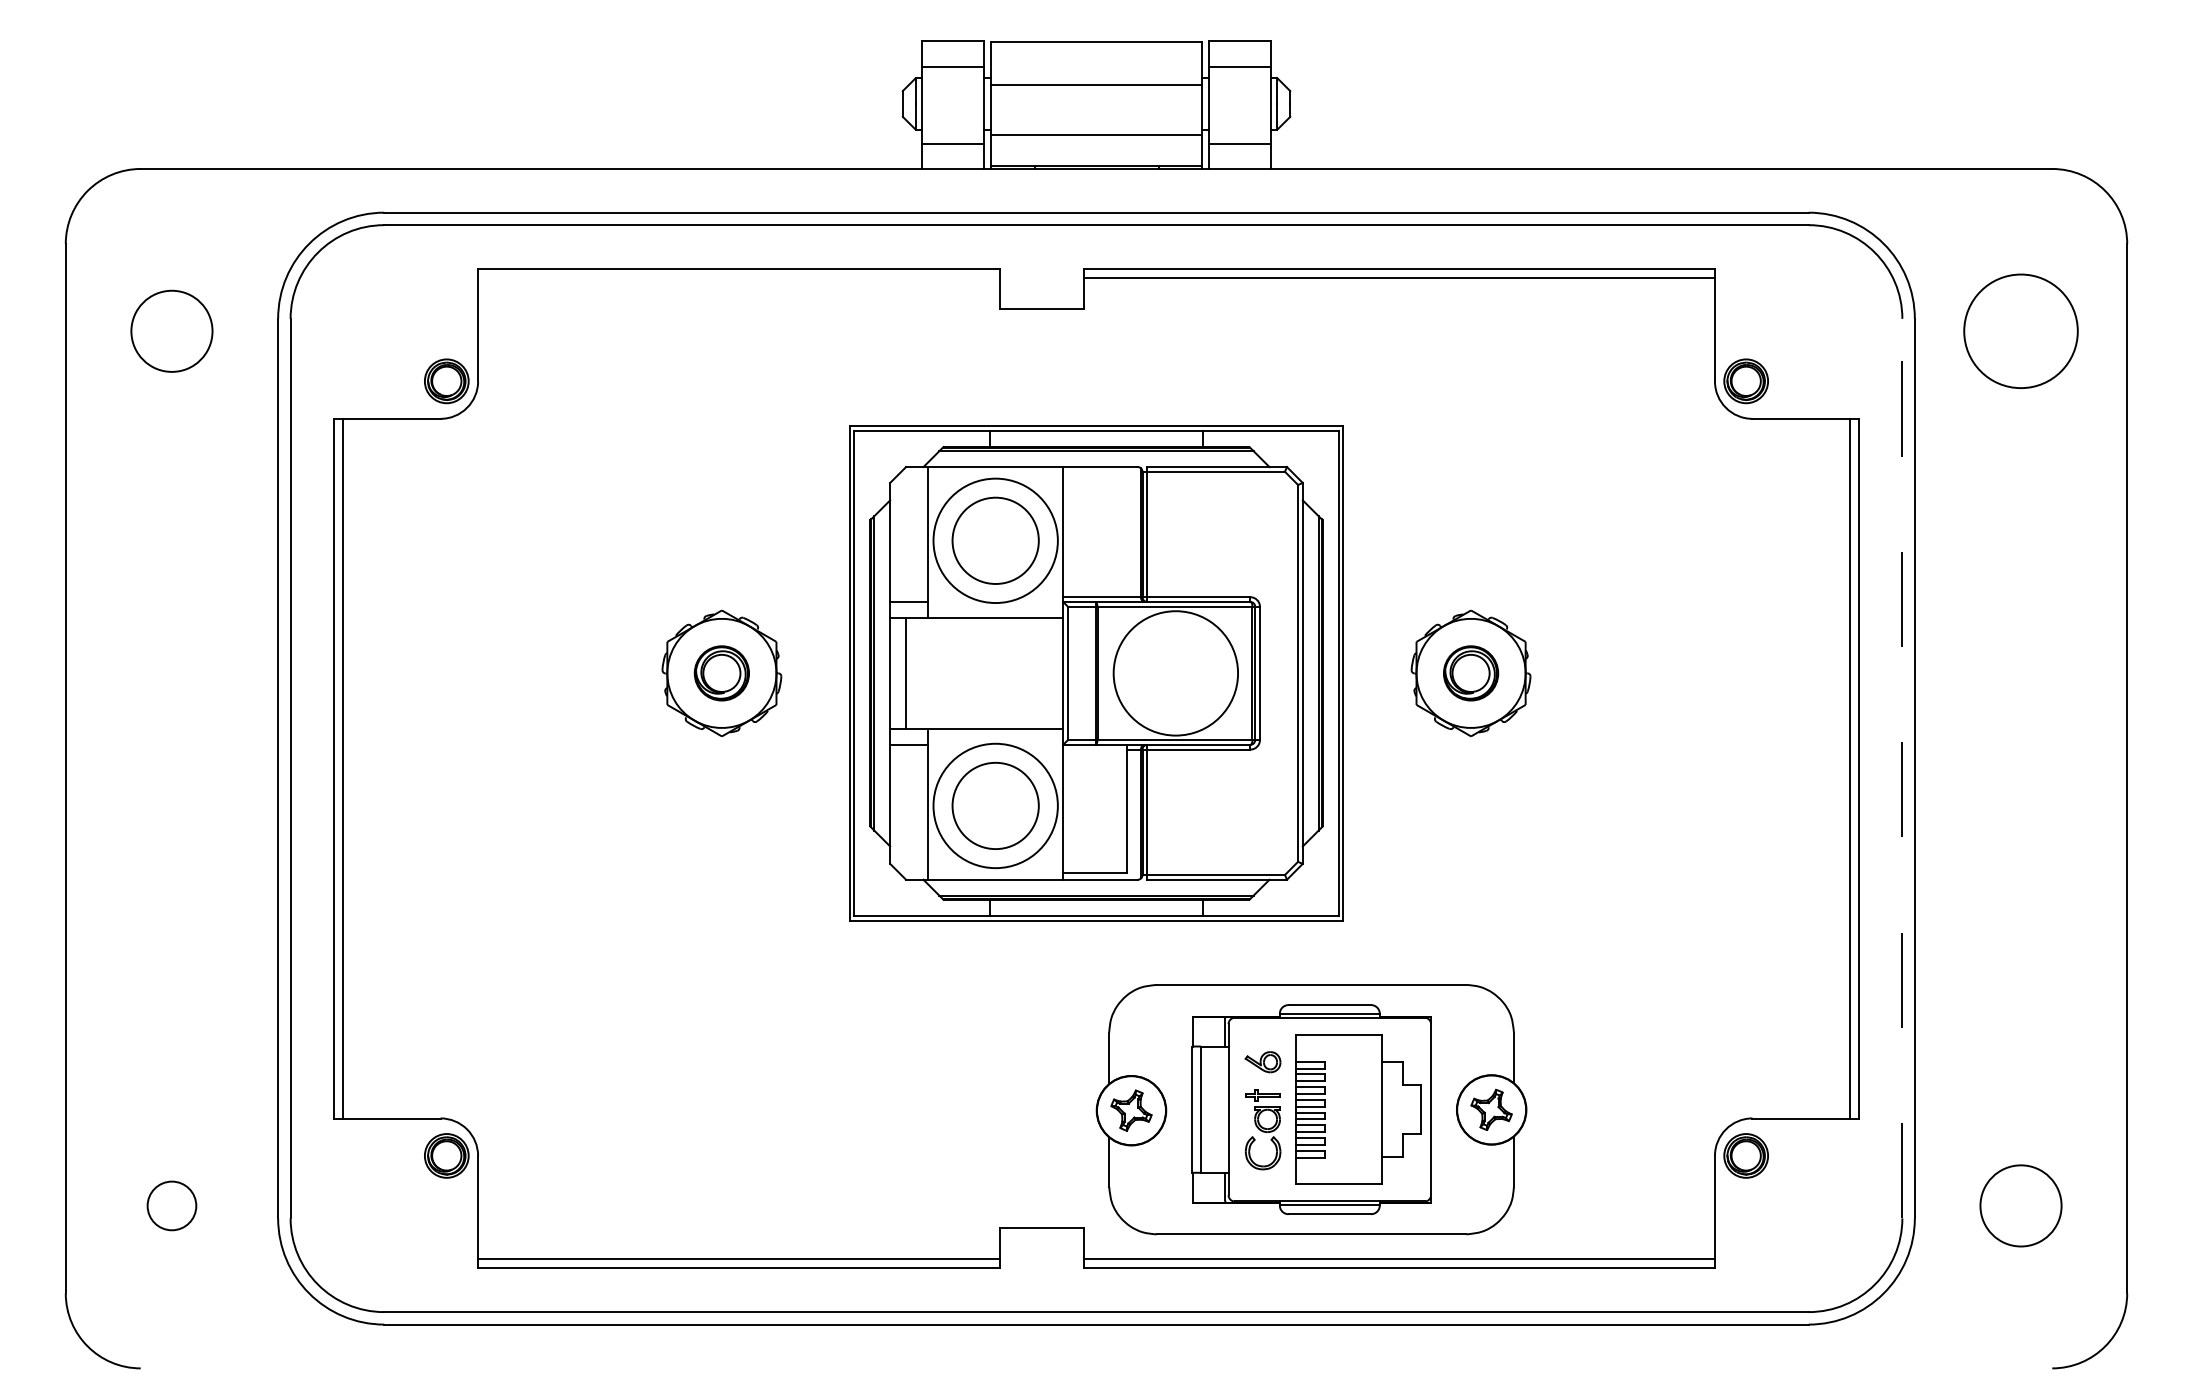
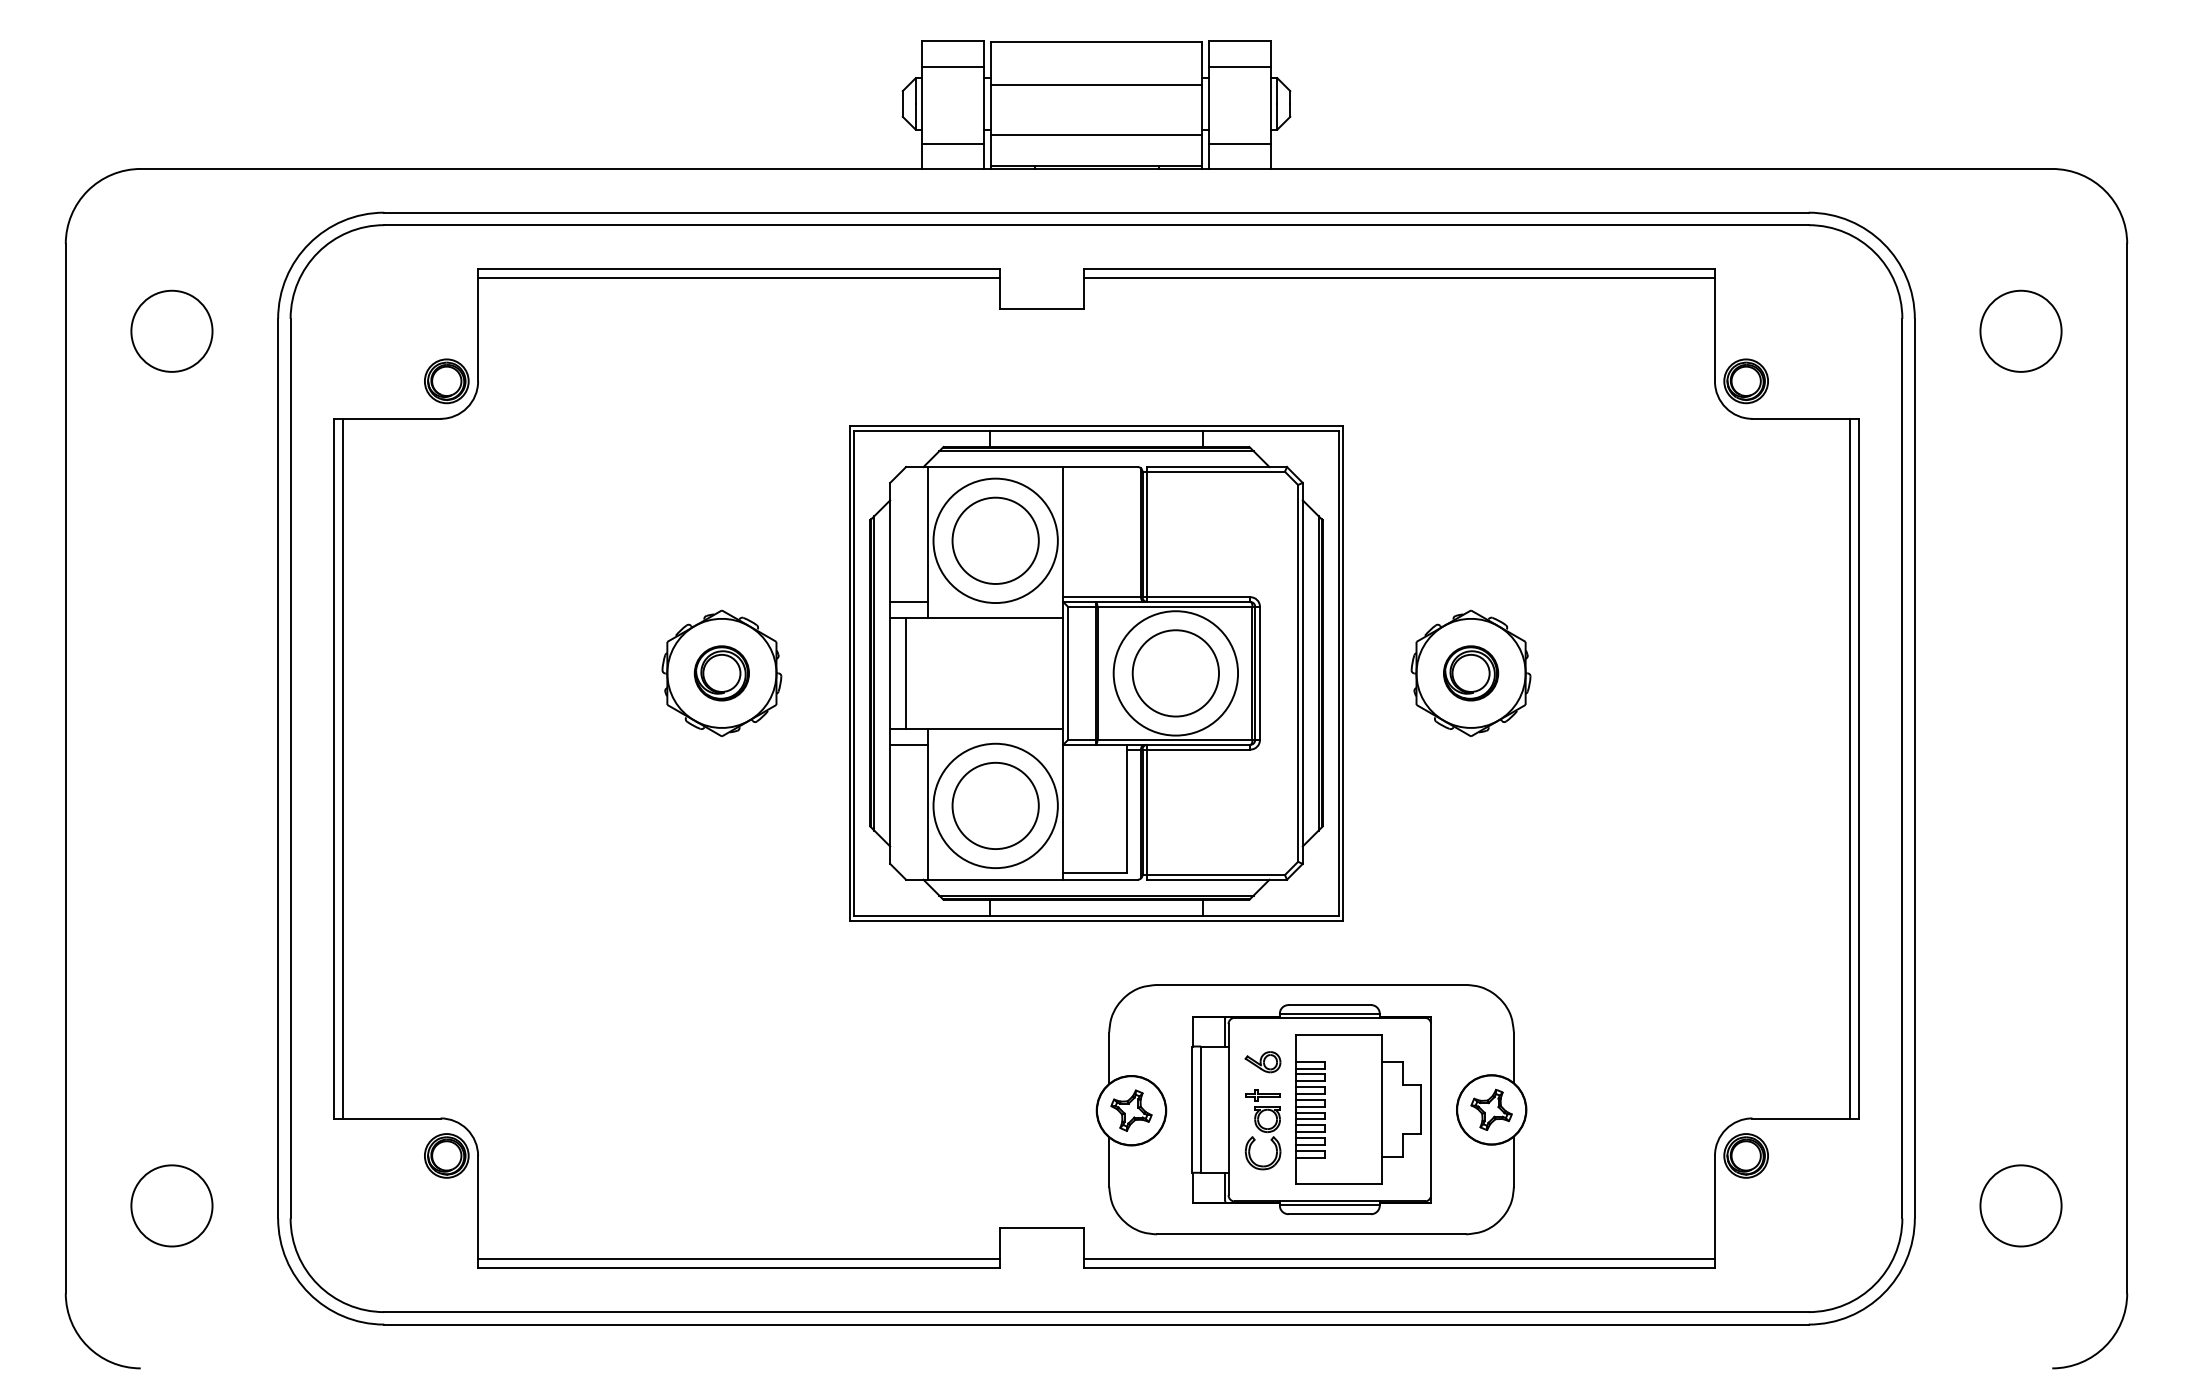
line at (738, 278): none -> present
circle at (2020, 331) diameter: 114 px -> 81 px
circle at (1175, 673): none -> present
line at (1902, 768): dashed -> solid
circle at (171, 1205) size: 52x52 px -> 84x84 px
